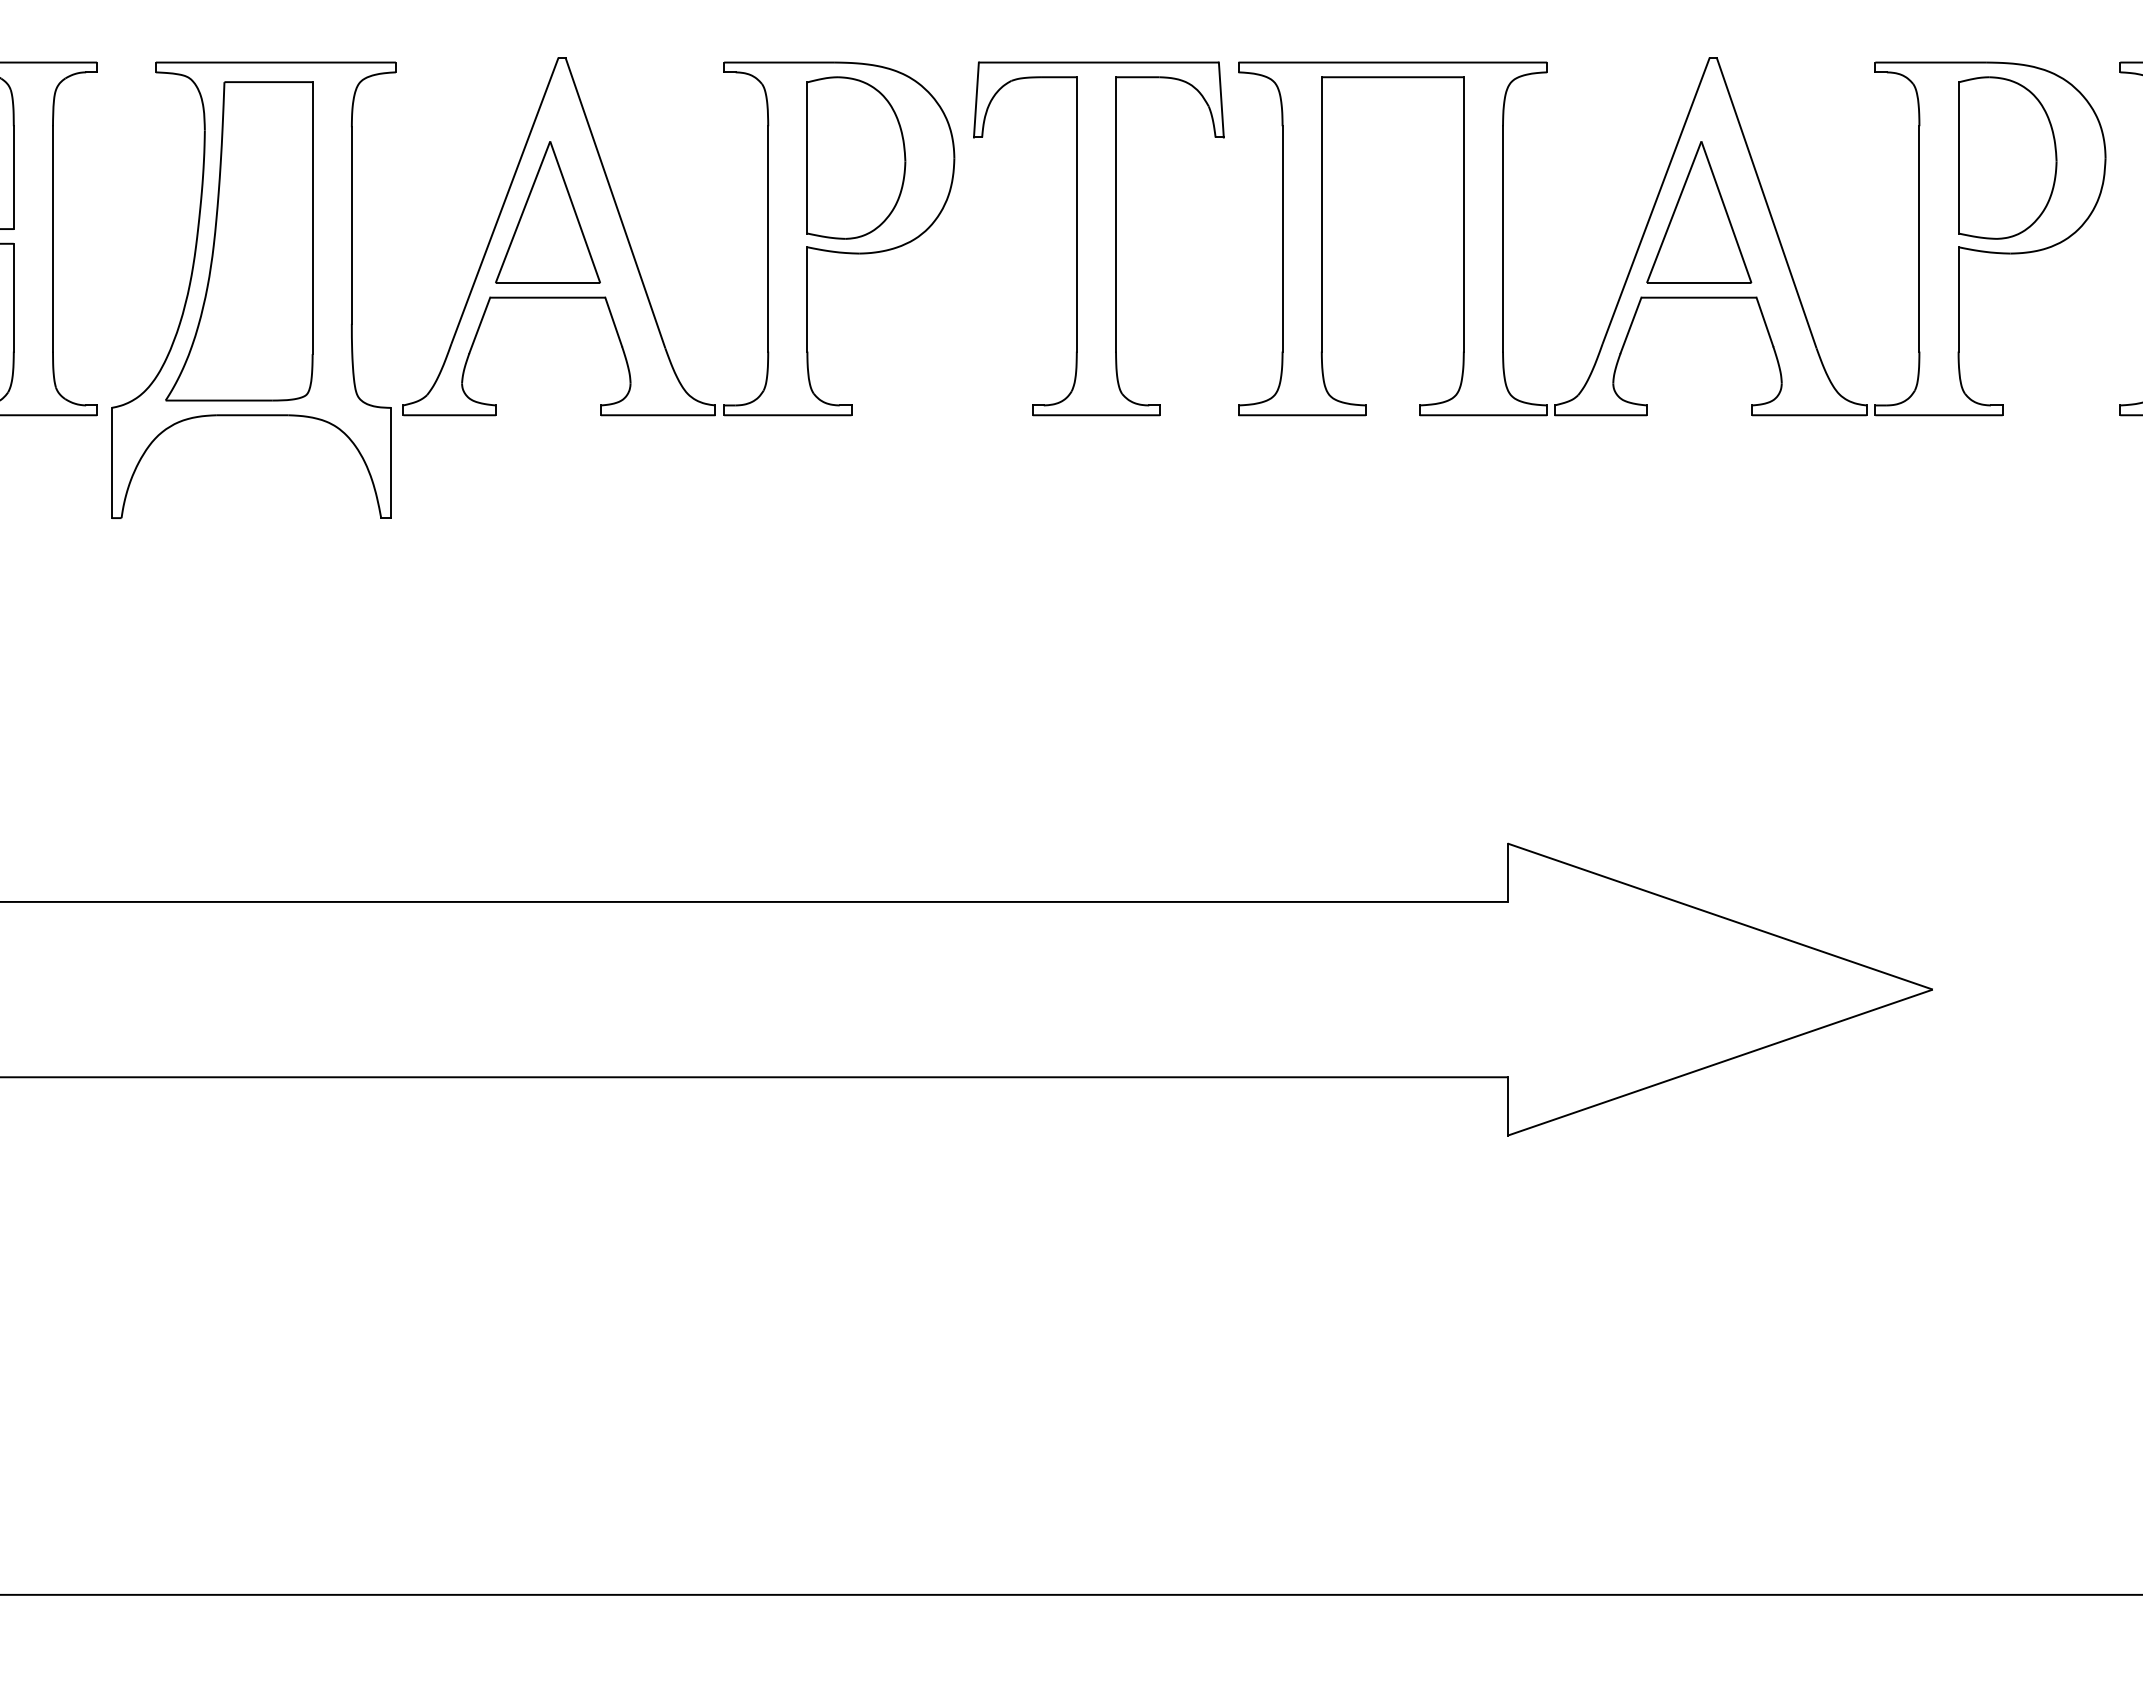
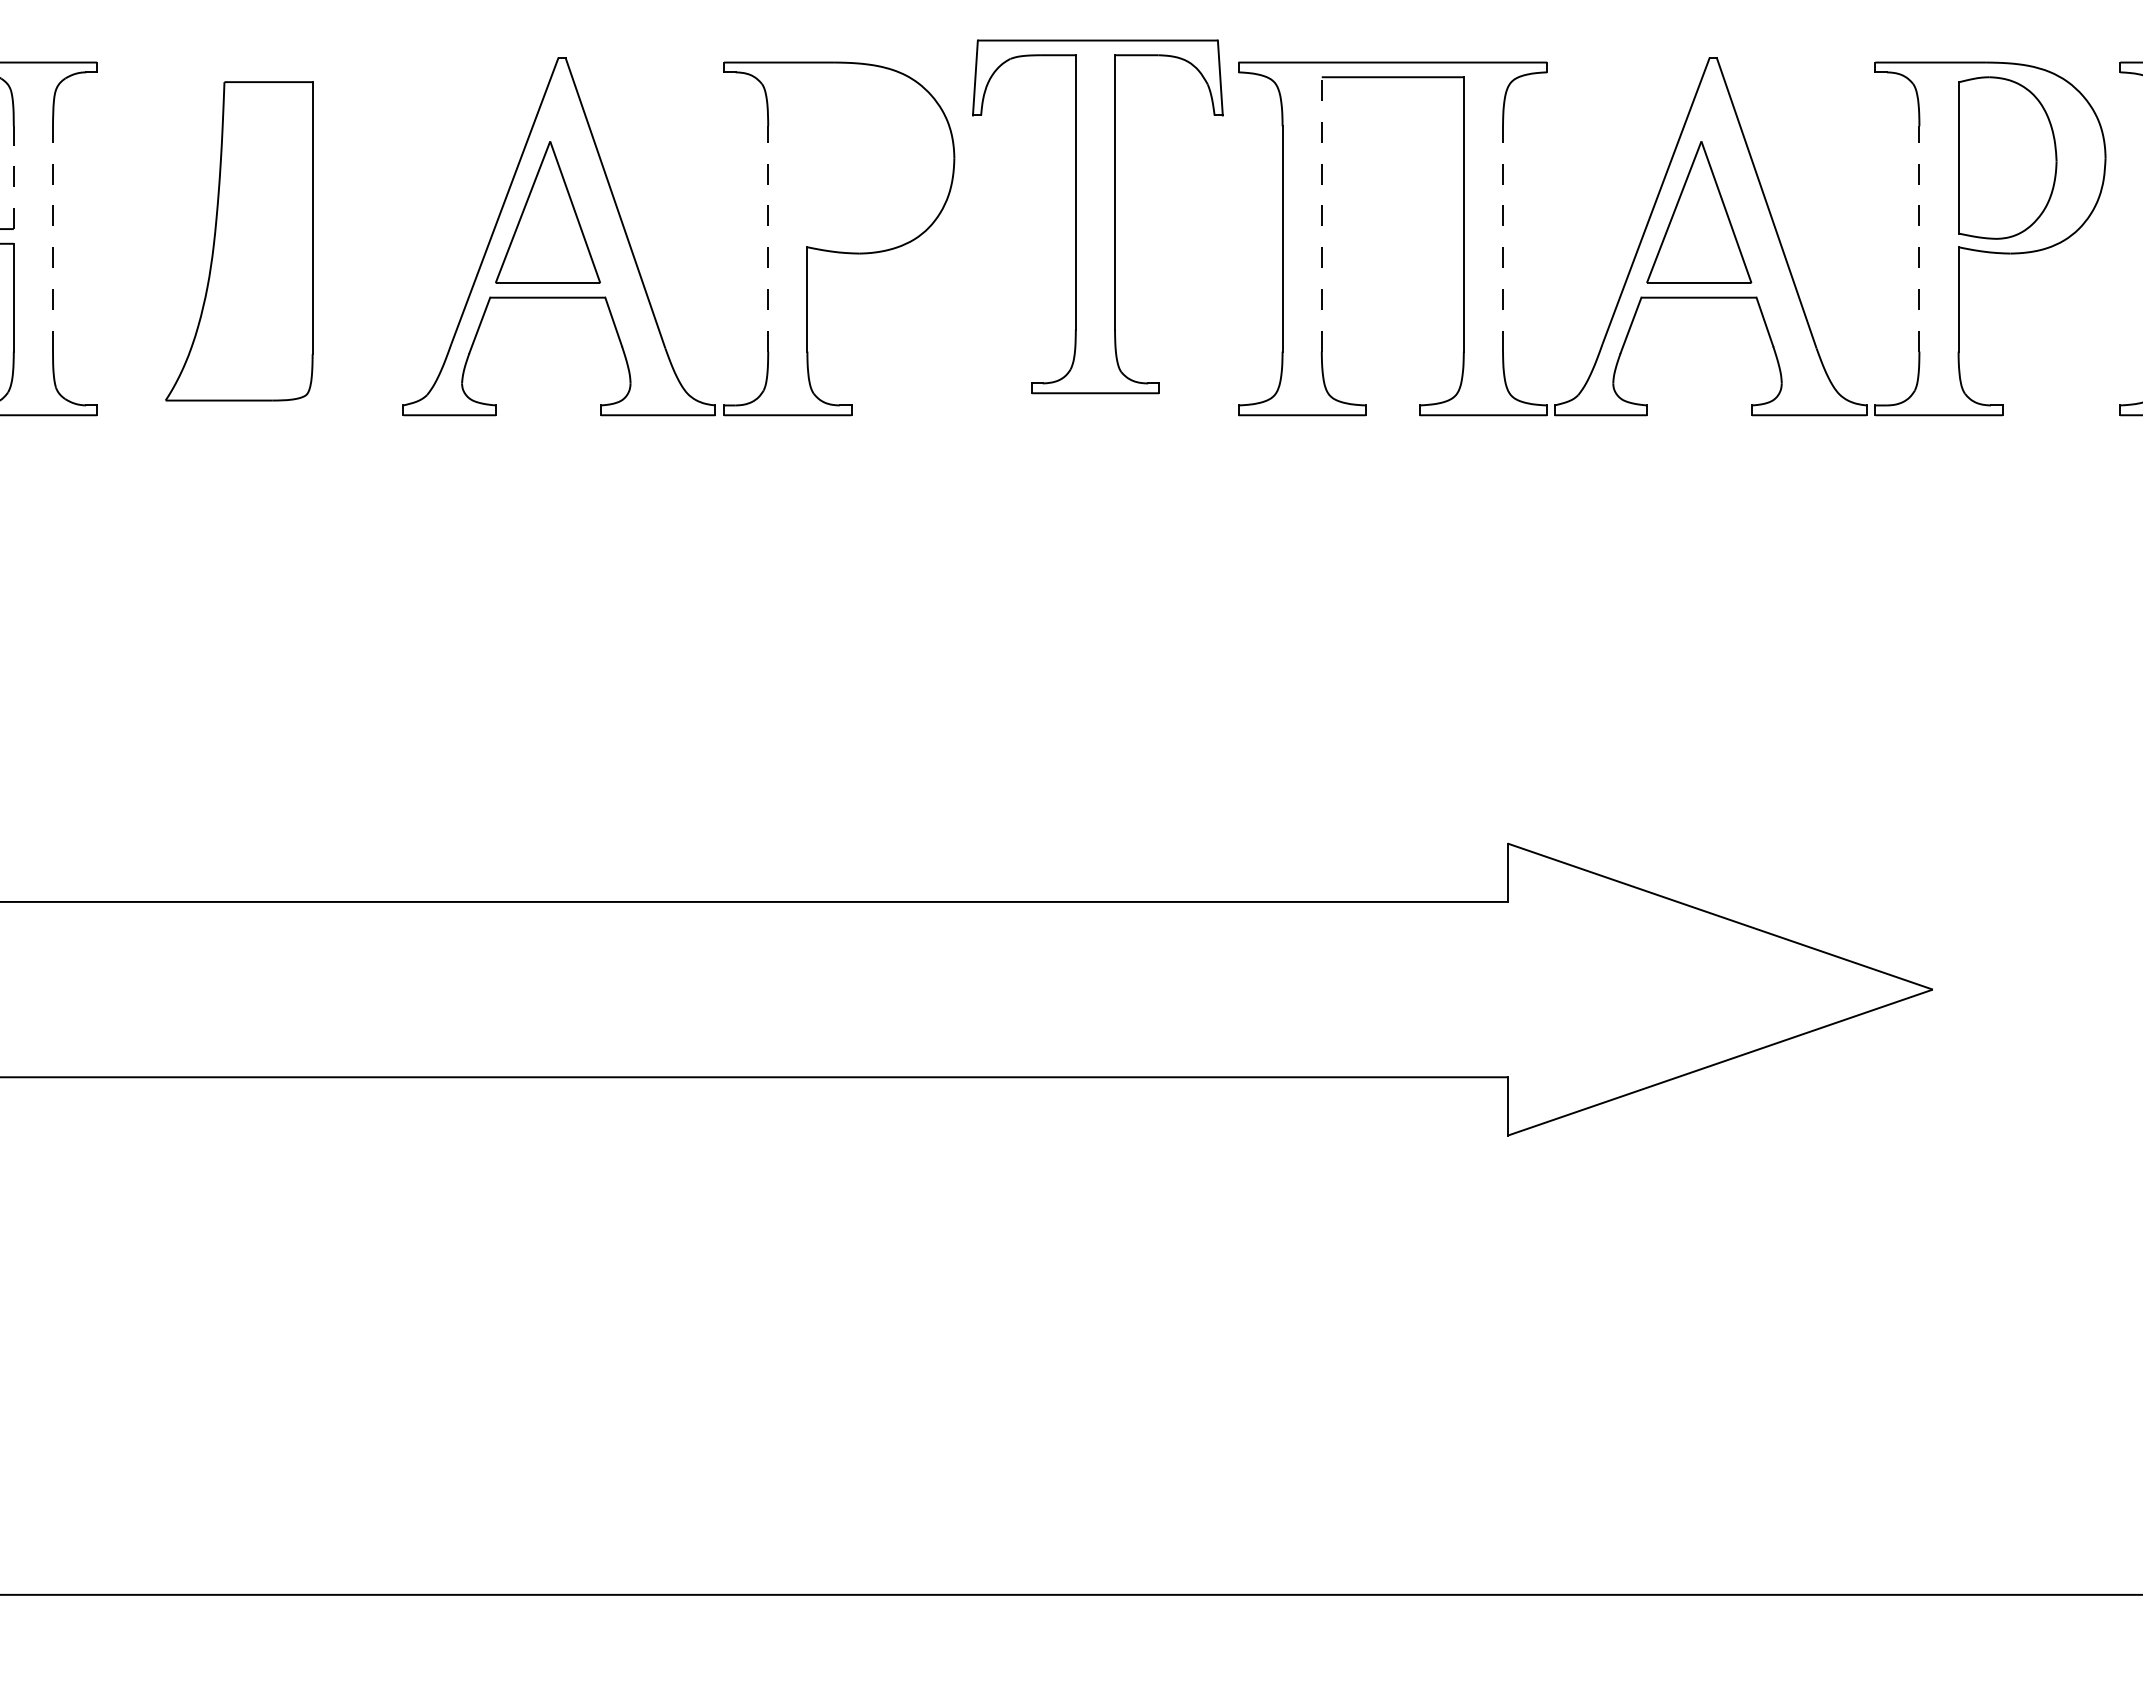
part at (856, 157): present -> none
line at (13, 177): solid -> dashed
line at (1321, 213): solid -> dashed
line at (53, 238): solid -> dashed
line at (768, 238): solid -> dashed
part at (1098, 238) position: (1098, 238) -> (1097, 216)
line at (1503, 238): solid -> dashed
line at (1919, 238): solid -> dashed
part at (253, 289): present -> none
